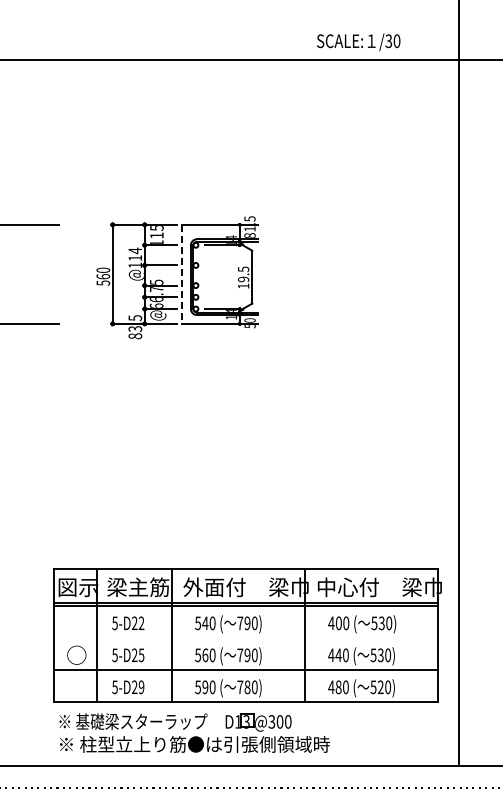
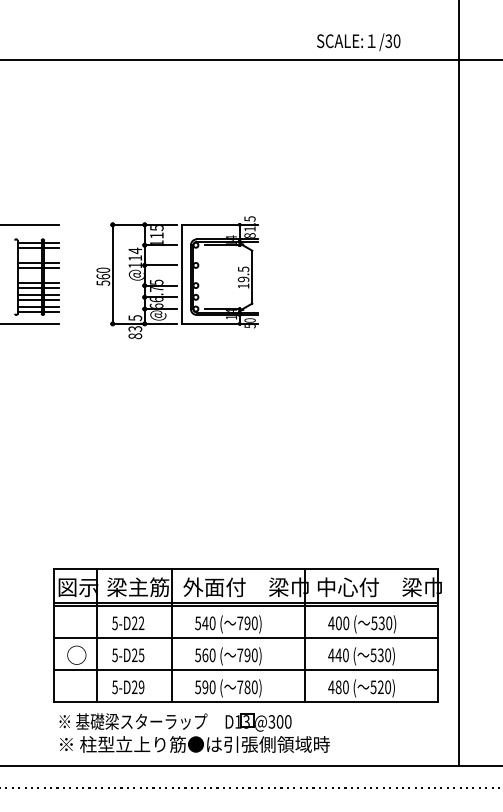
line at (182, 274): dashed -> solid
part at (36, 276): none -> present
line at (246, 638): none -> present
